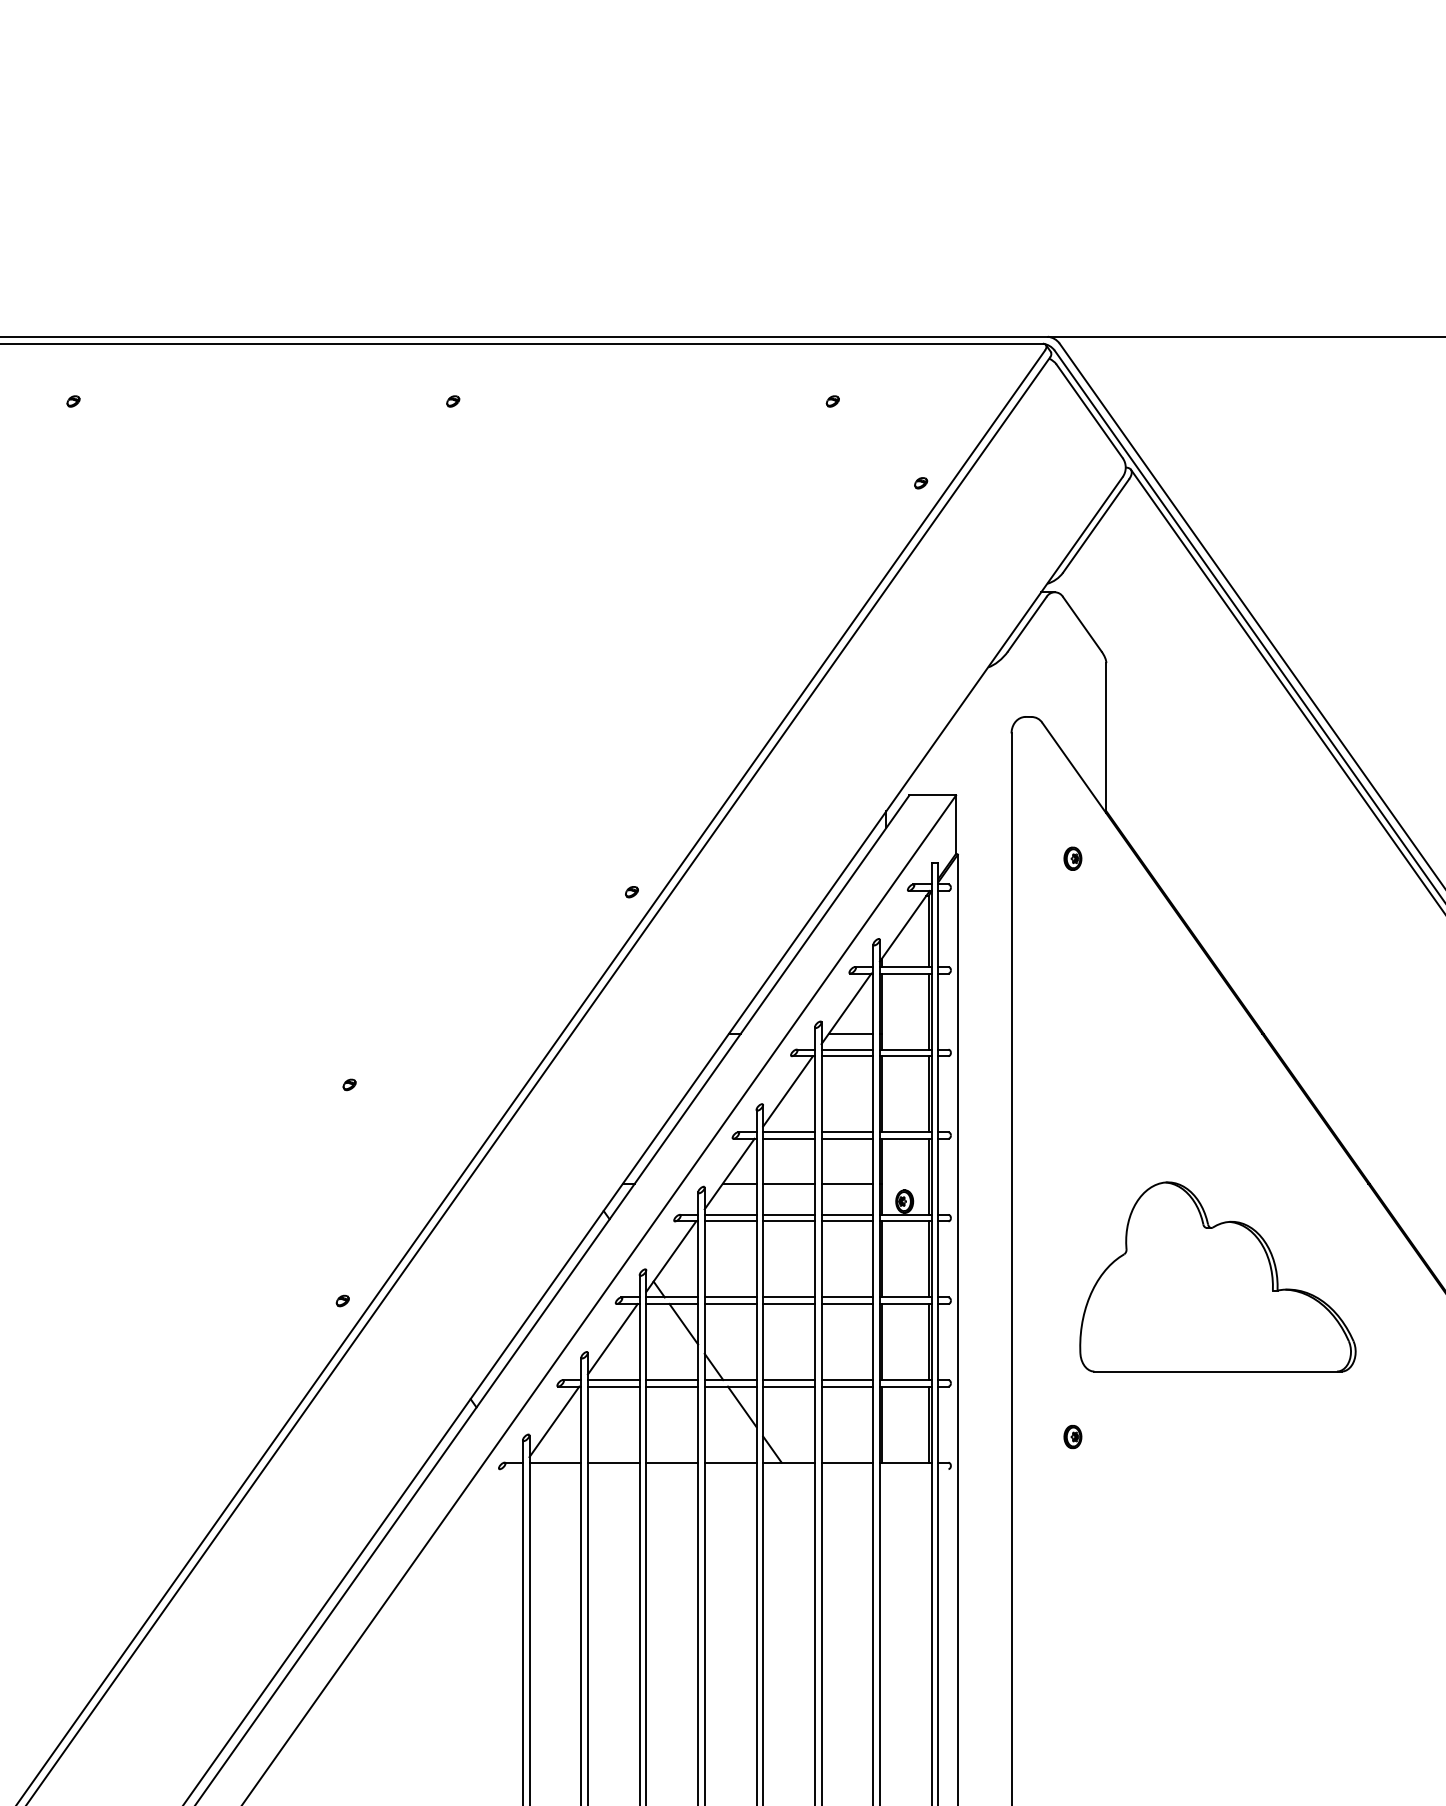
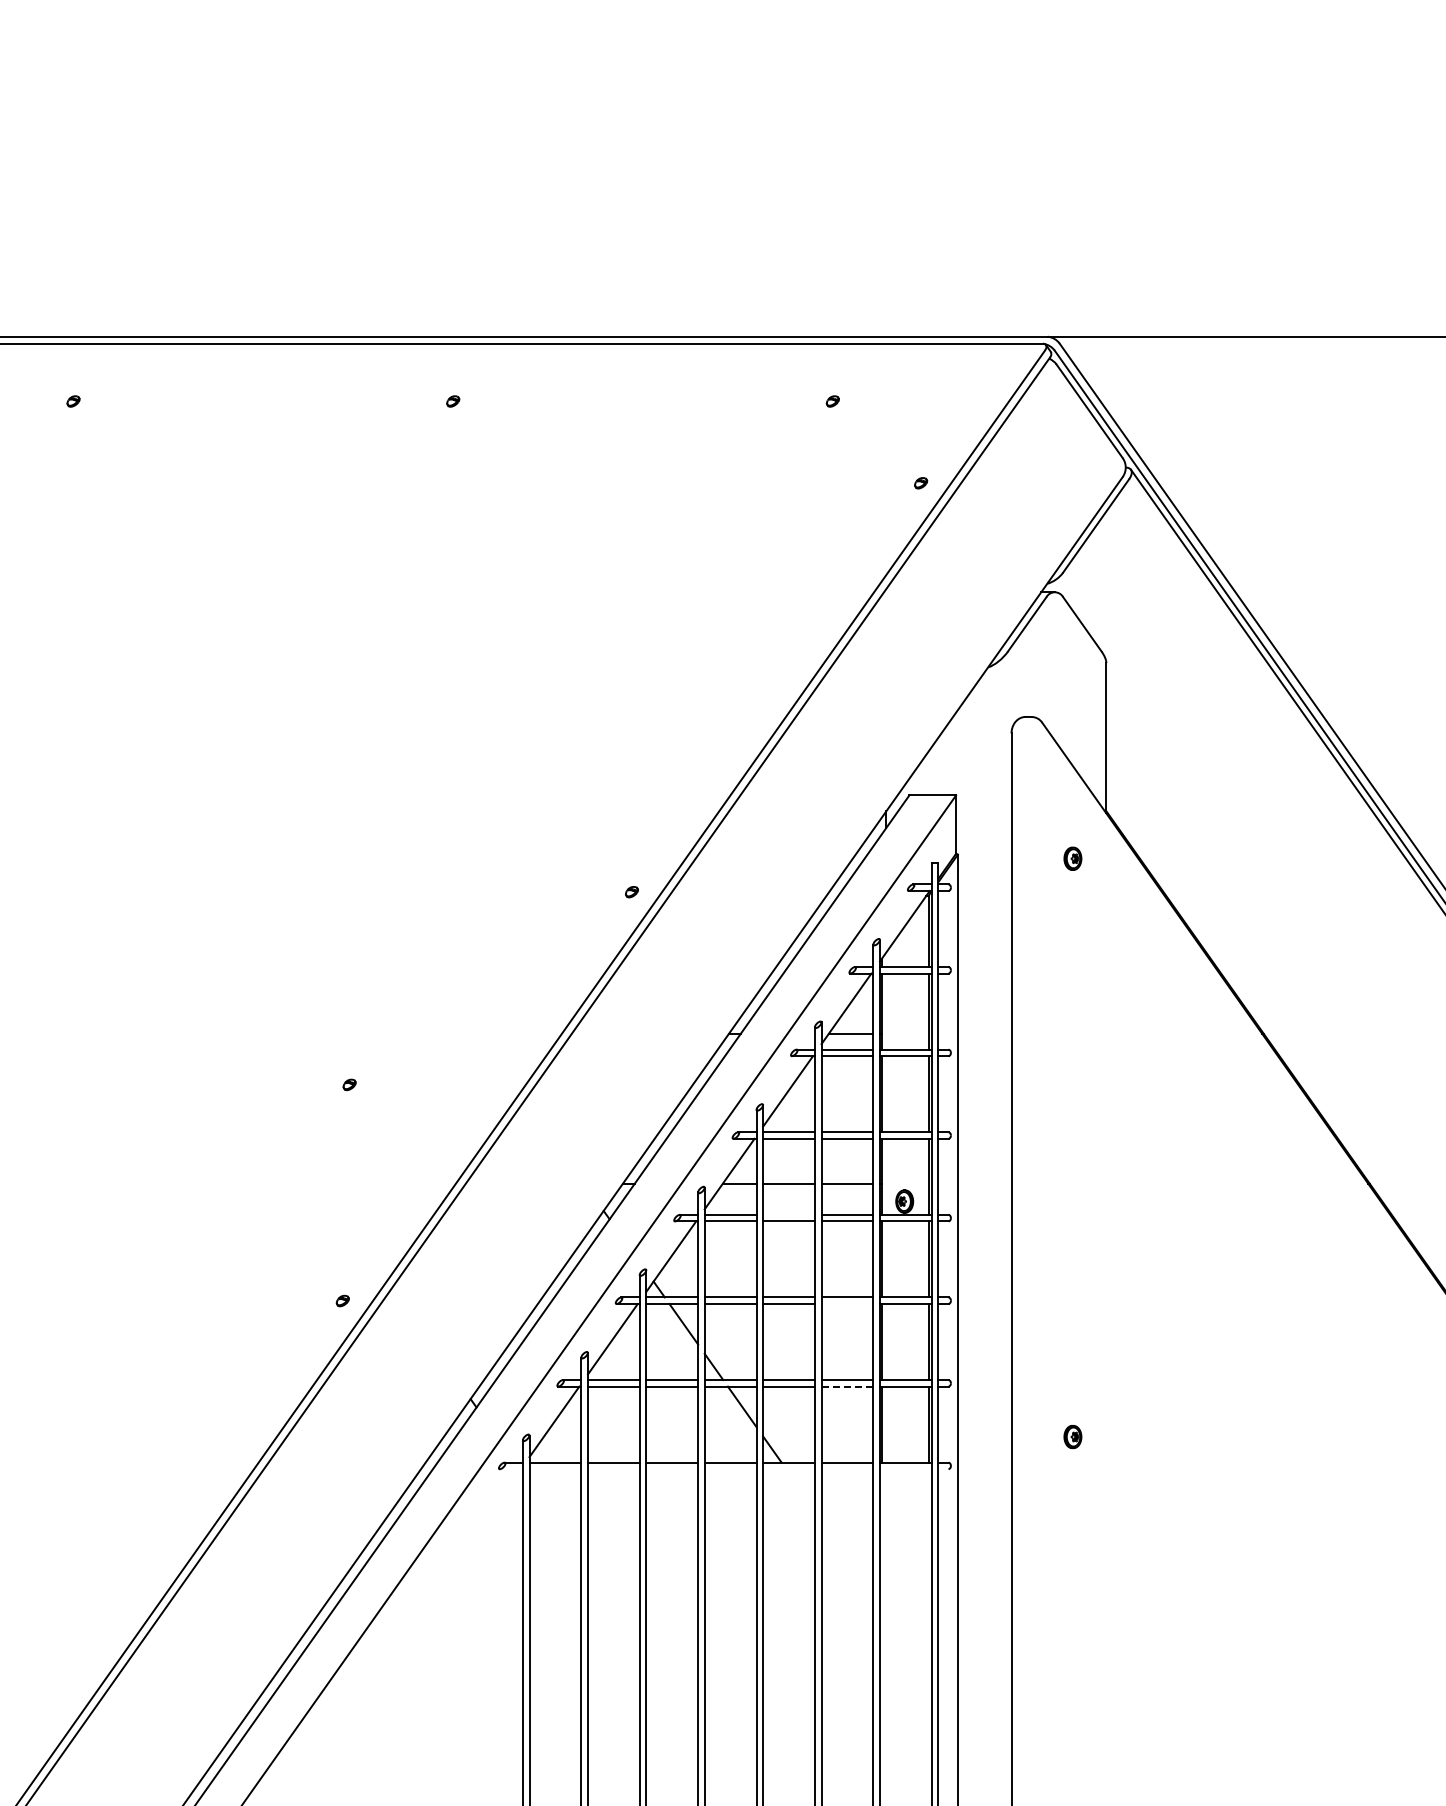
line at (788, 1214): present -> none
part at (1217, 1276): present -> none
line at (847, 1304): present -> none
line at (847, 1386): solid -> dashed
